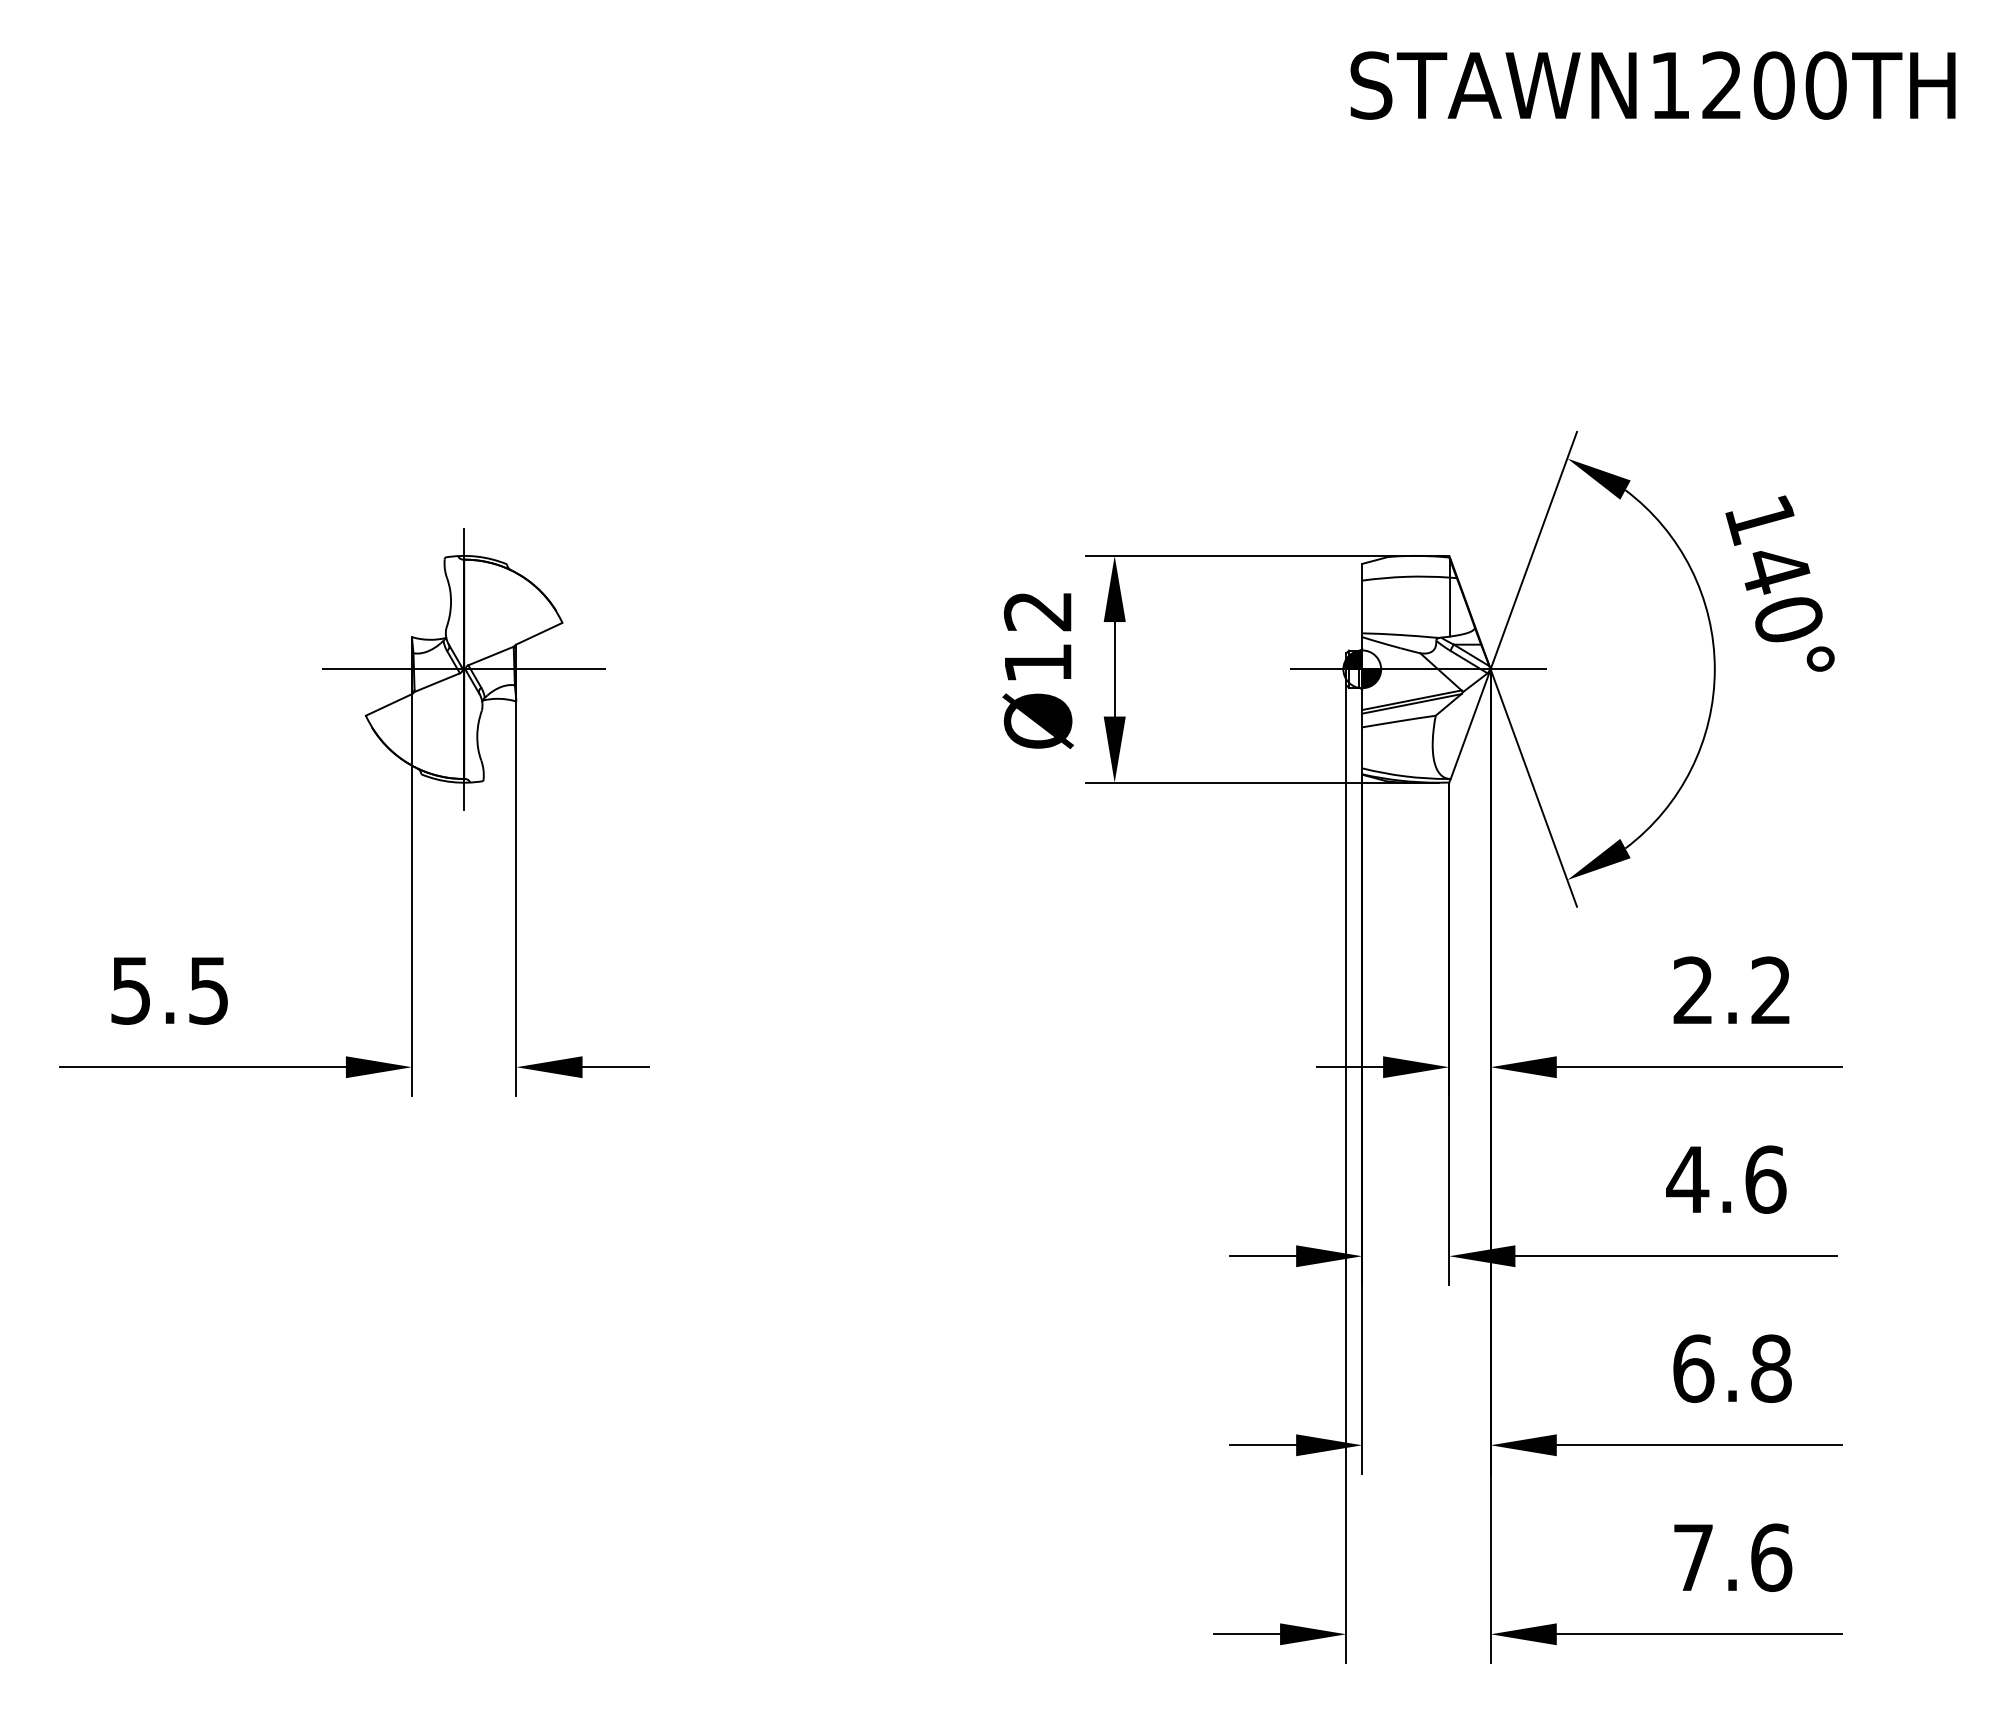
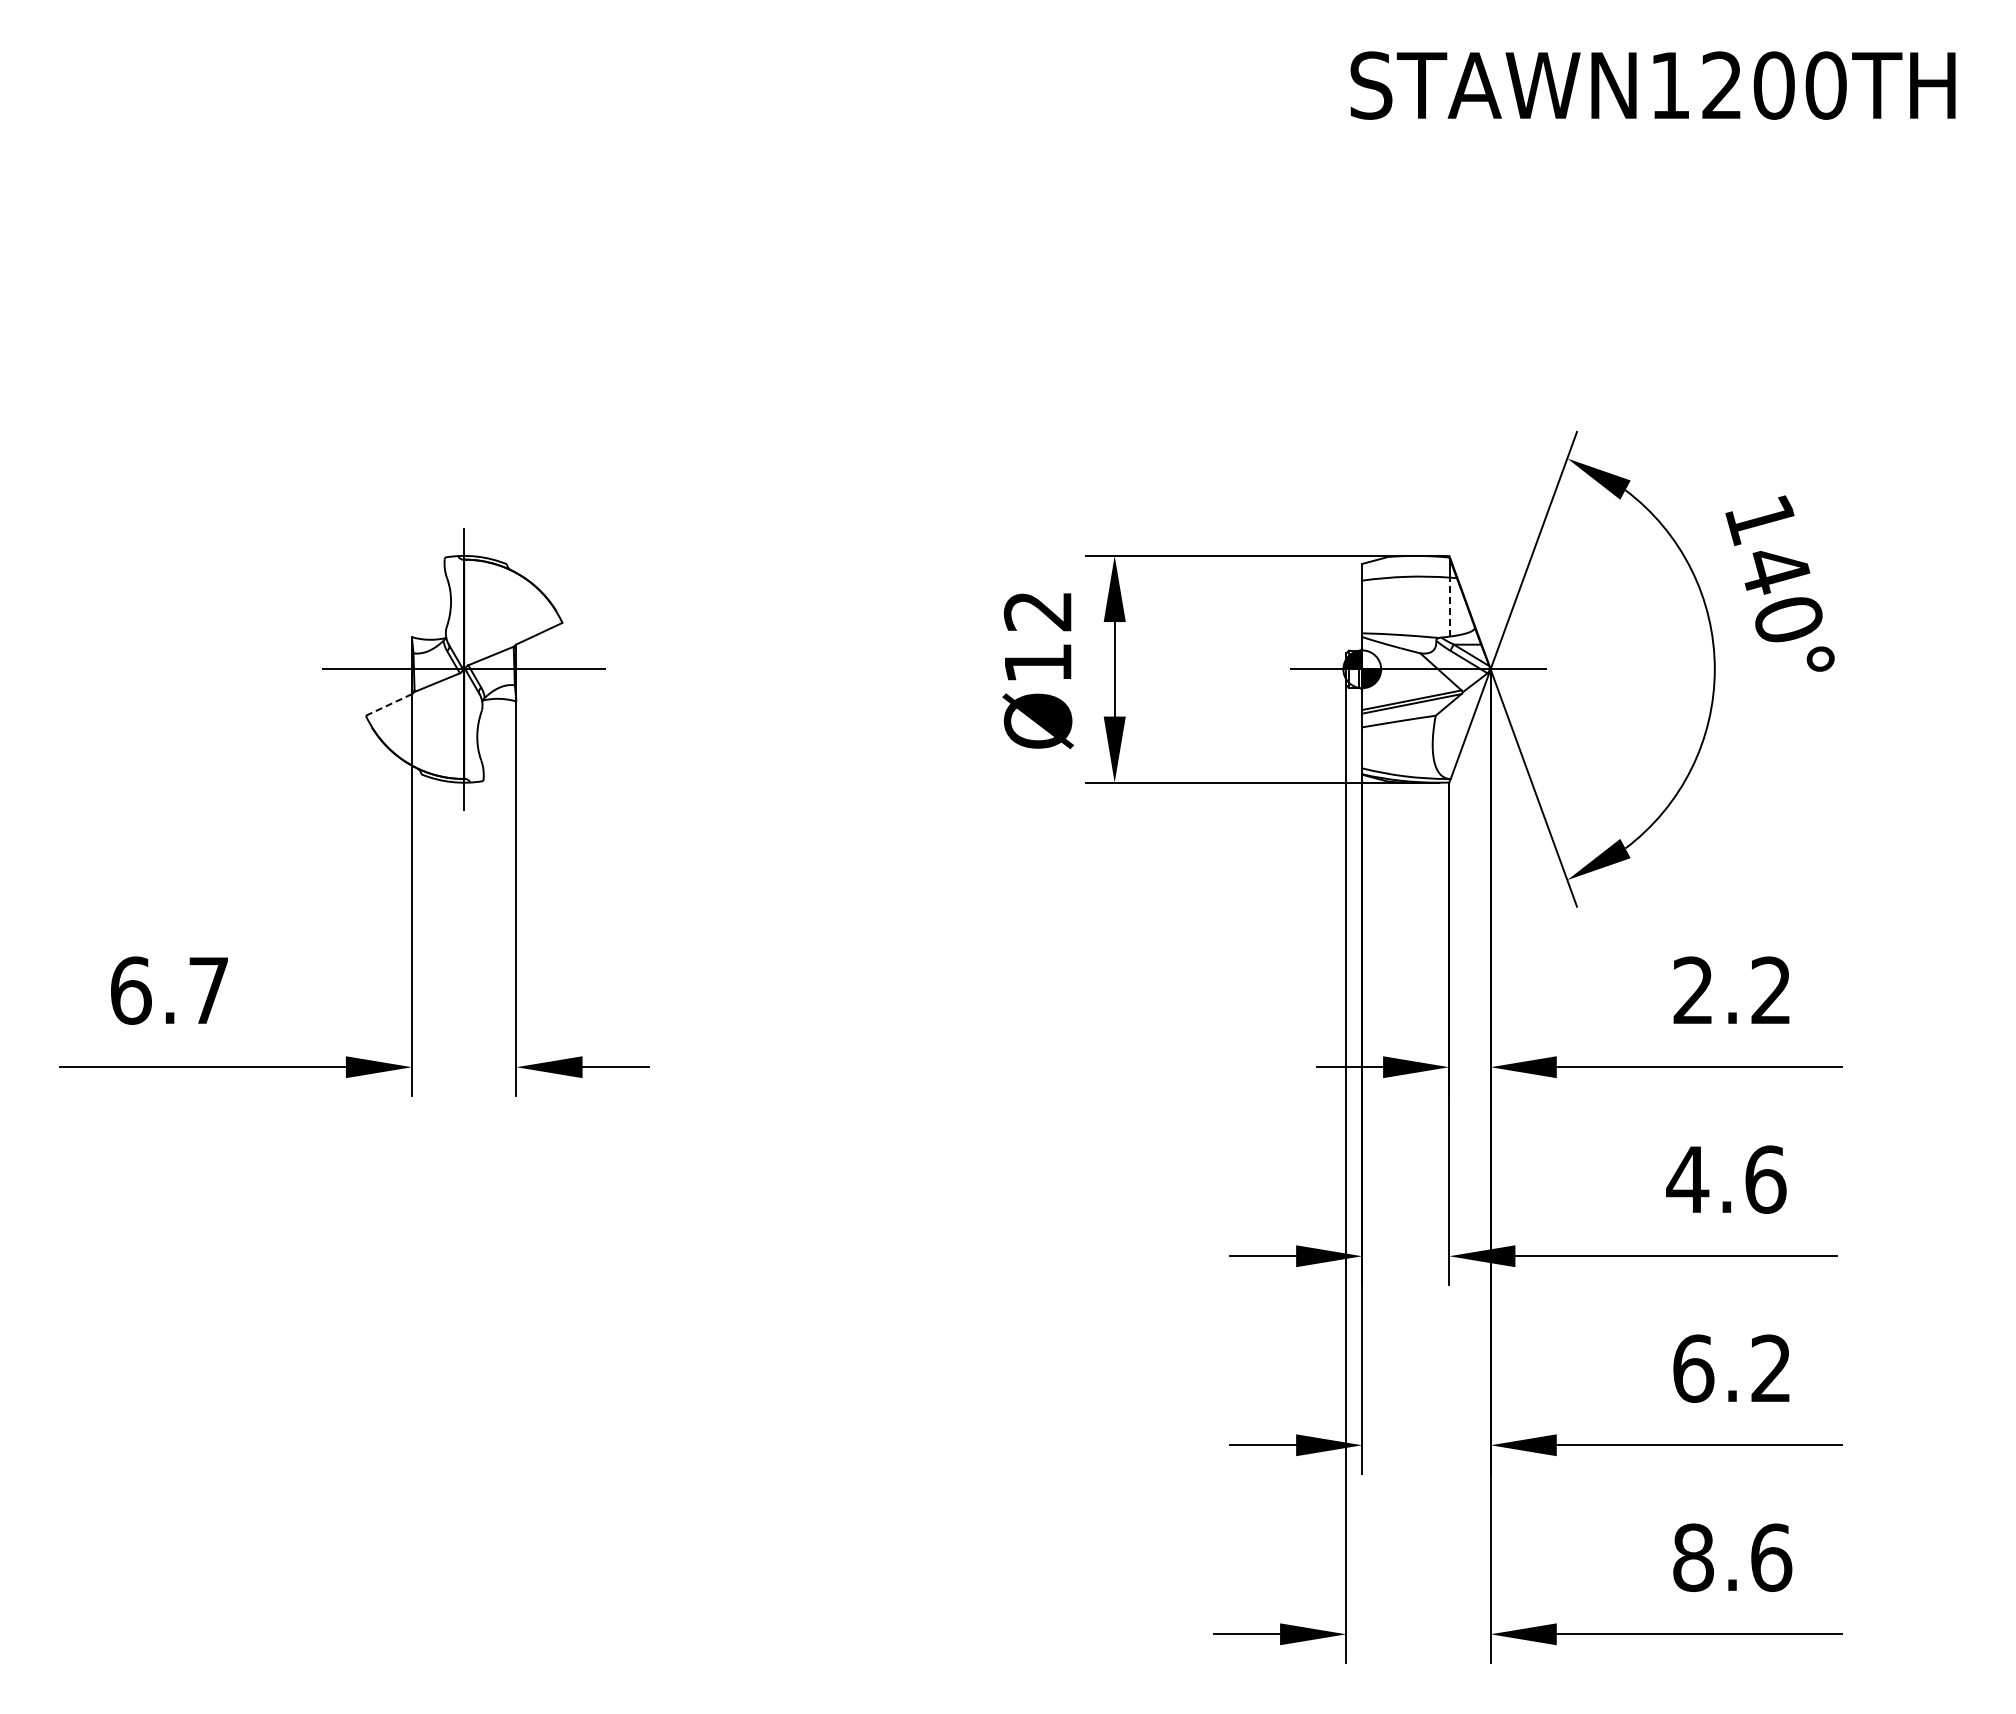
line at (1450, 606): solid -> dashed
line at (389, 704): solid -> dashed
text at (169, 990): 5.5 -> 6.7
text at (1771, 1368): 6.8 -> 6.2
text at (1693, 1557): 7.6 -> 8.6
